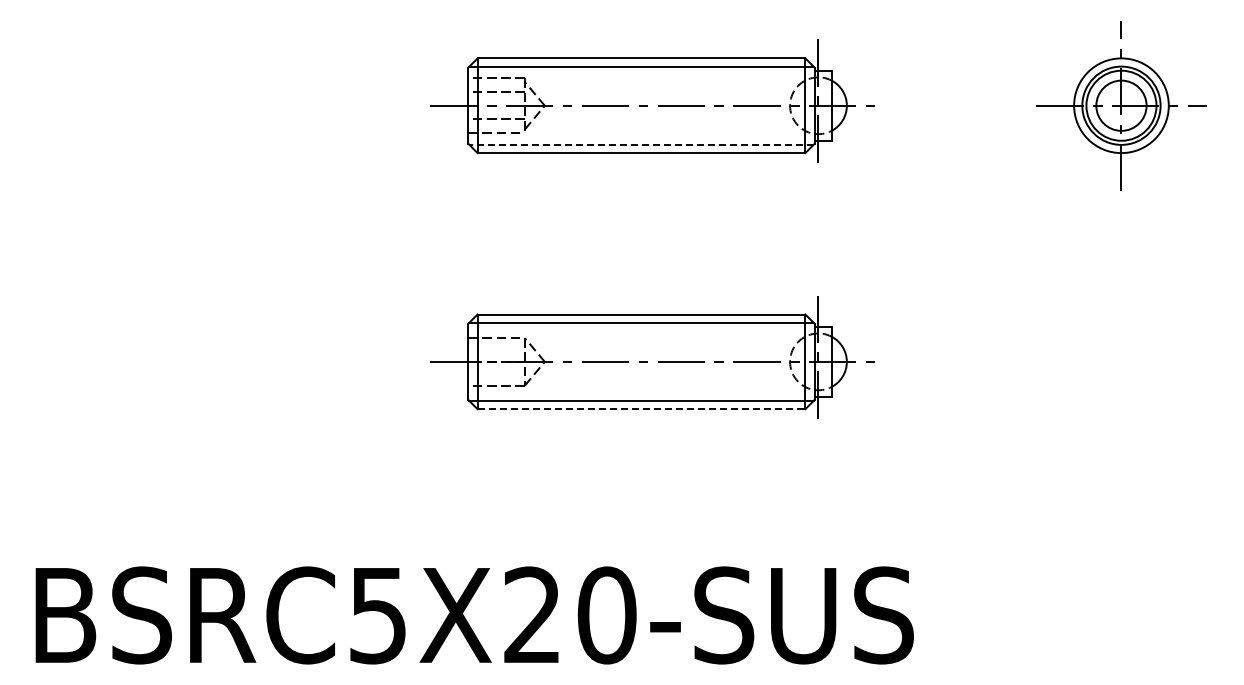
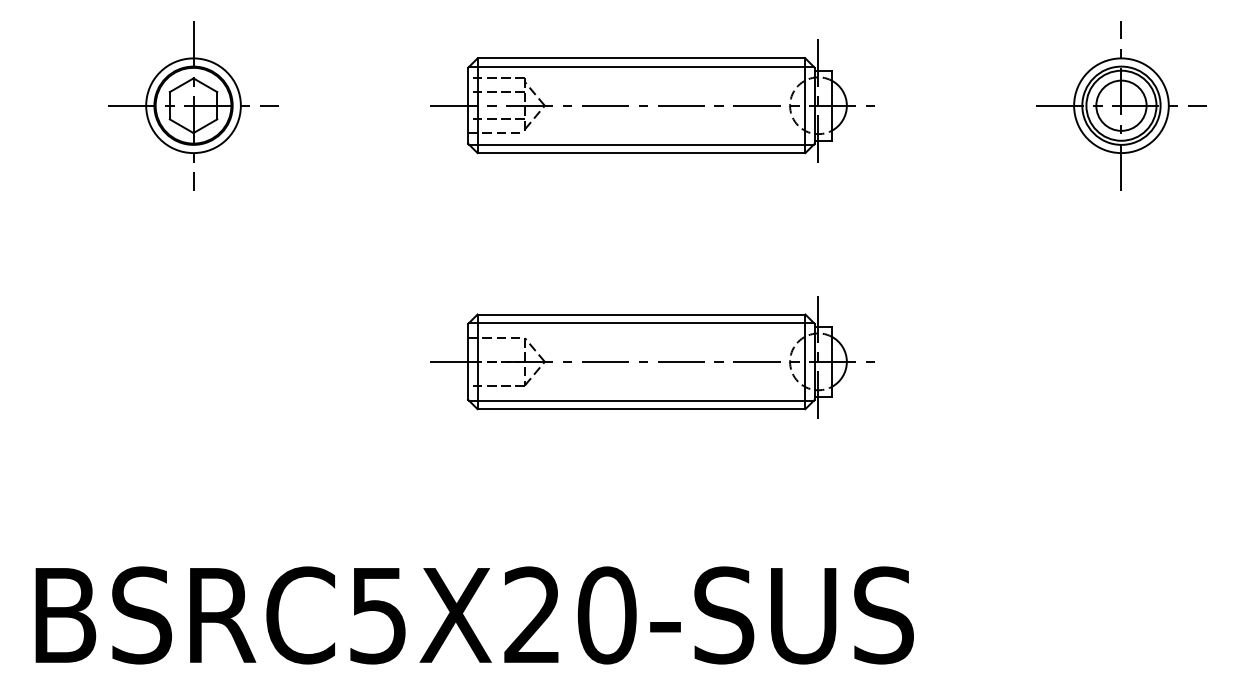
part at (193, 105): none -> present
line at (640, 144): dashed -> solid
line at (641, 409): dashed -> solid
